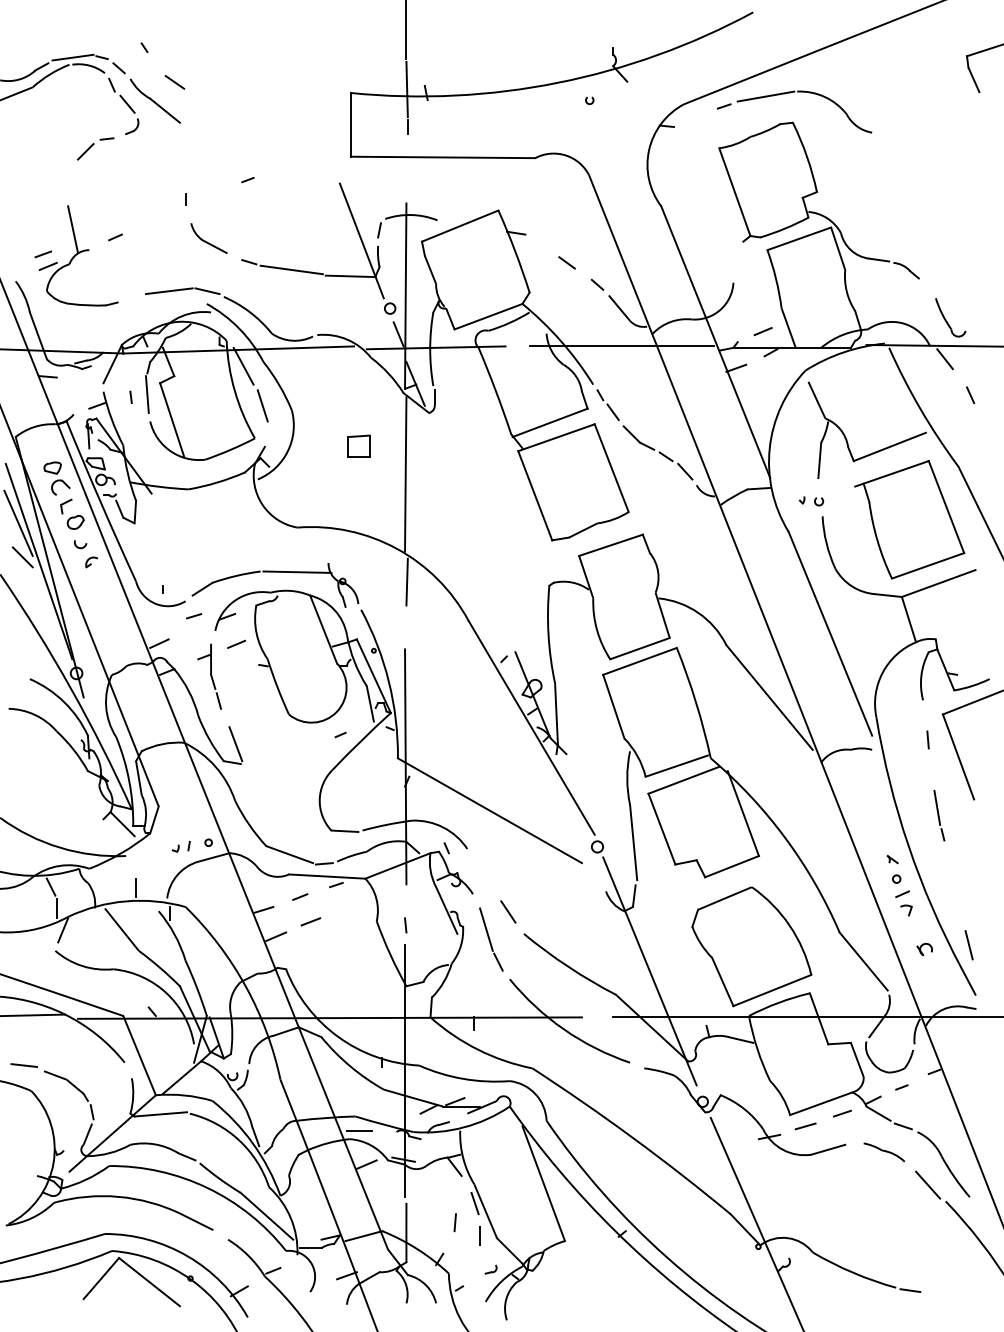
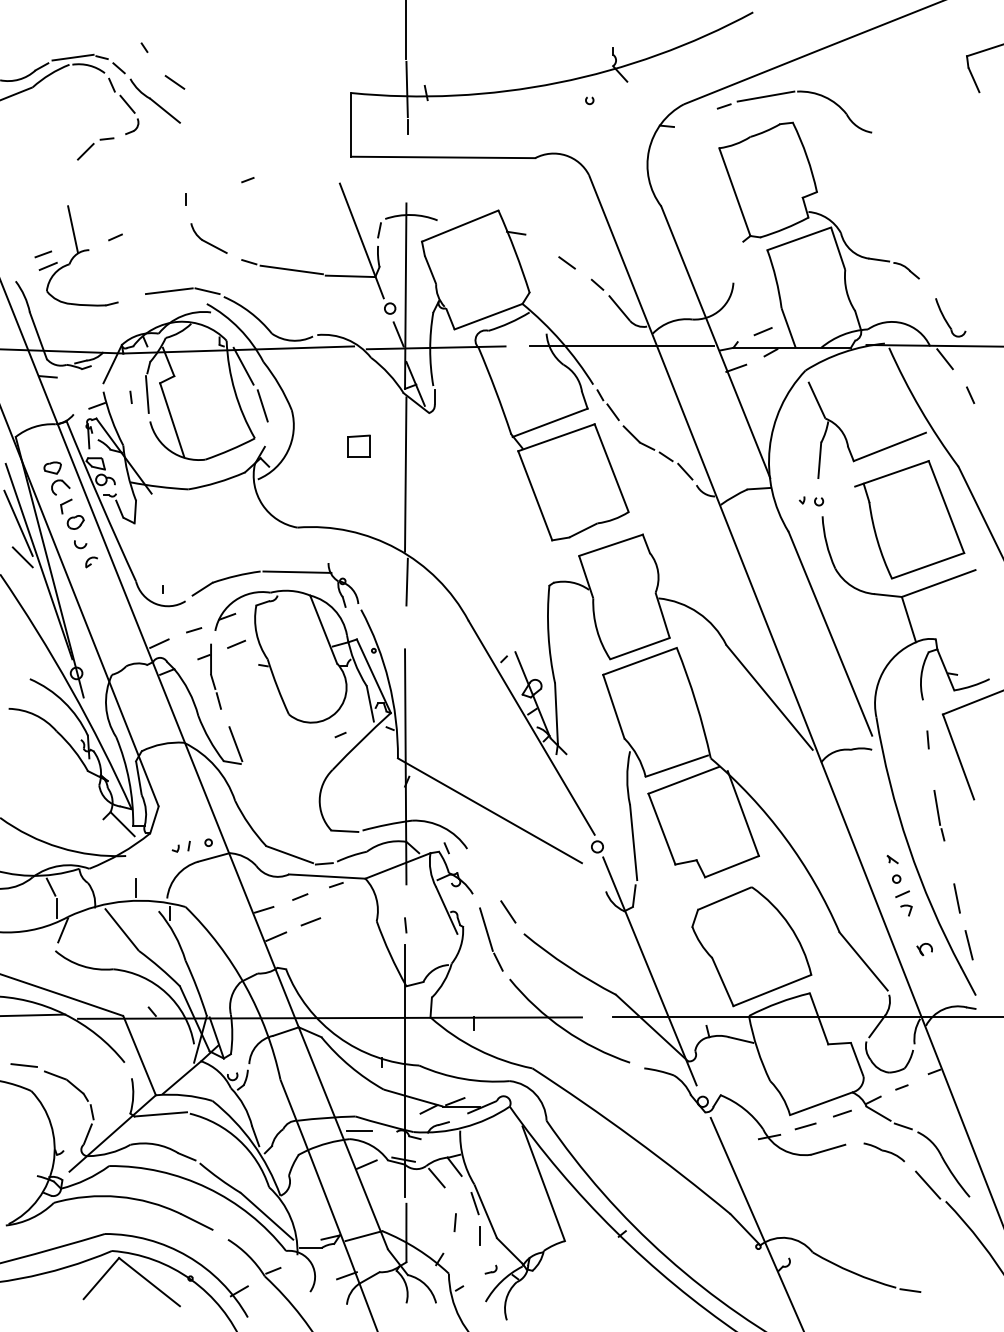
line at (194, 616) position: (194, 616) -> (194, 630)
line at (956, 898): none -> present
line at (436, 1177): none -> present
